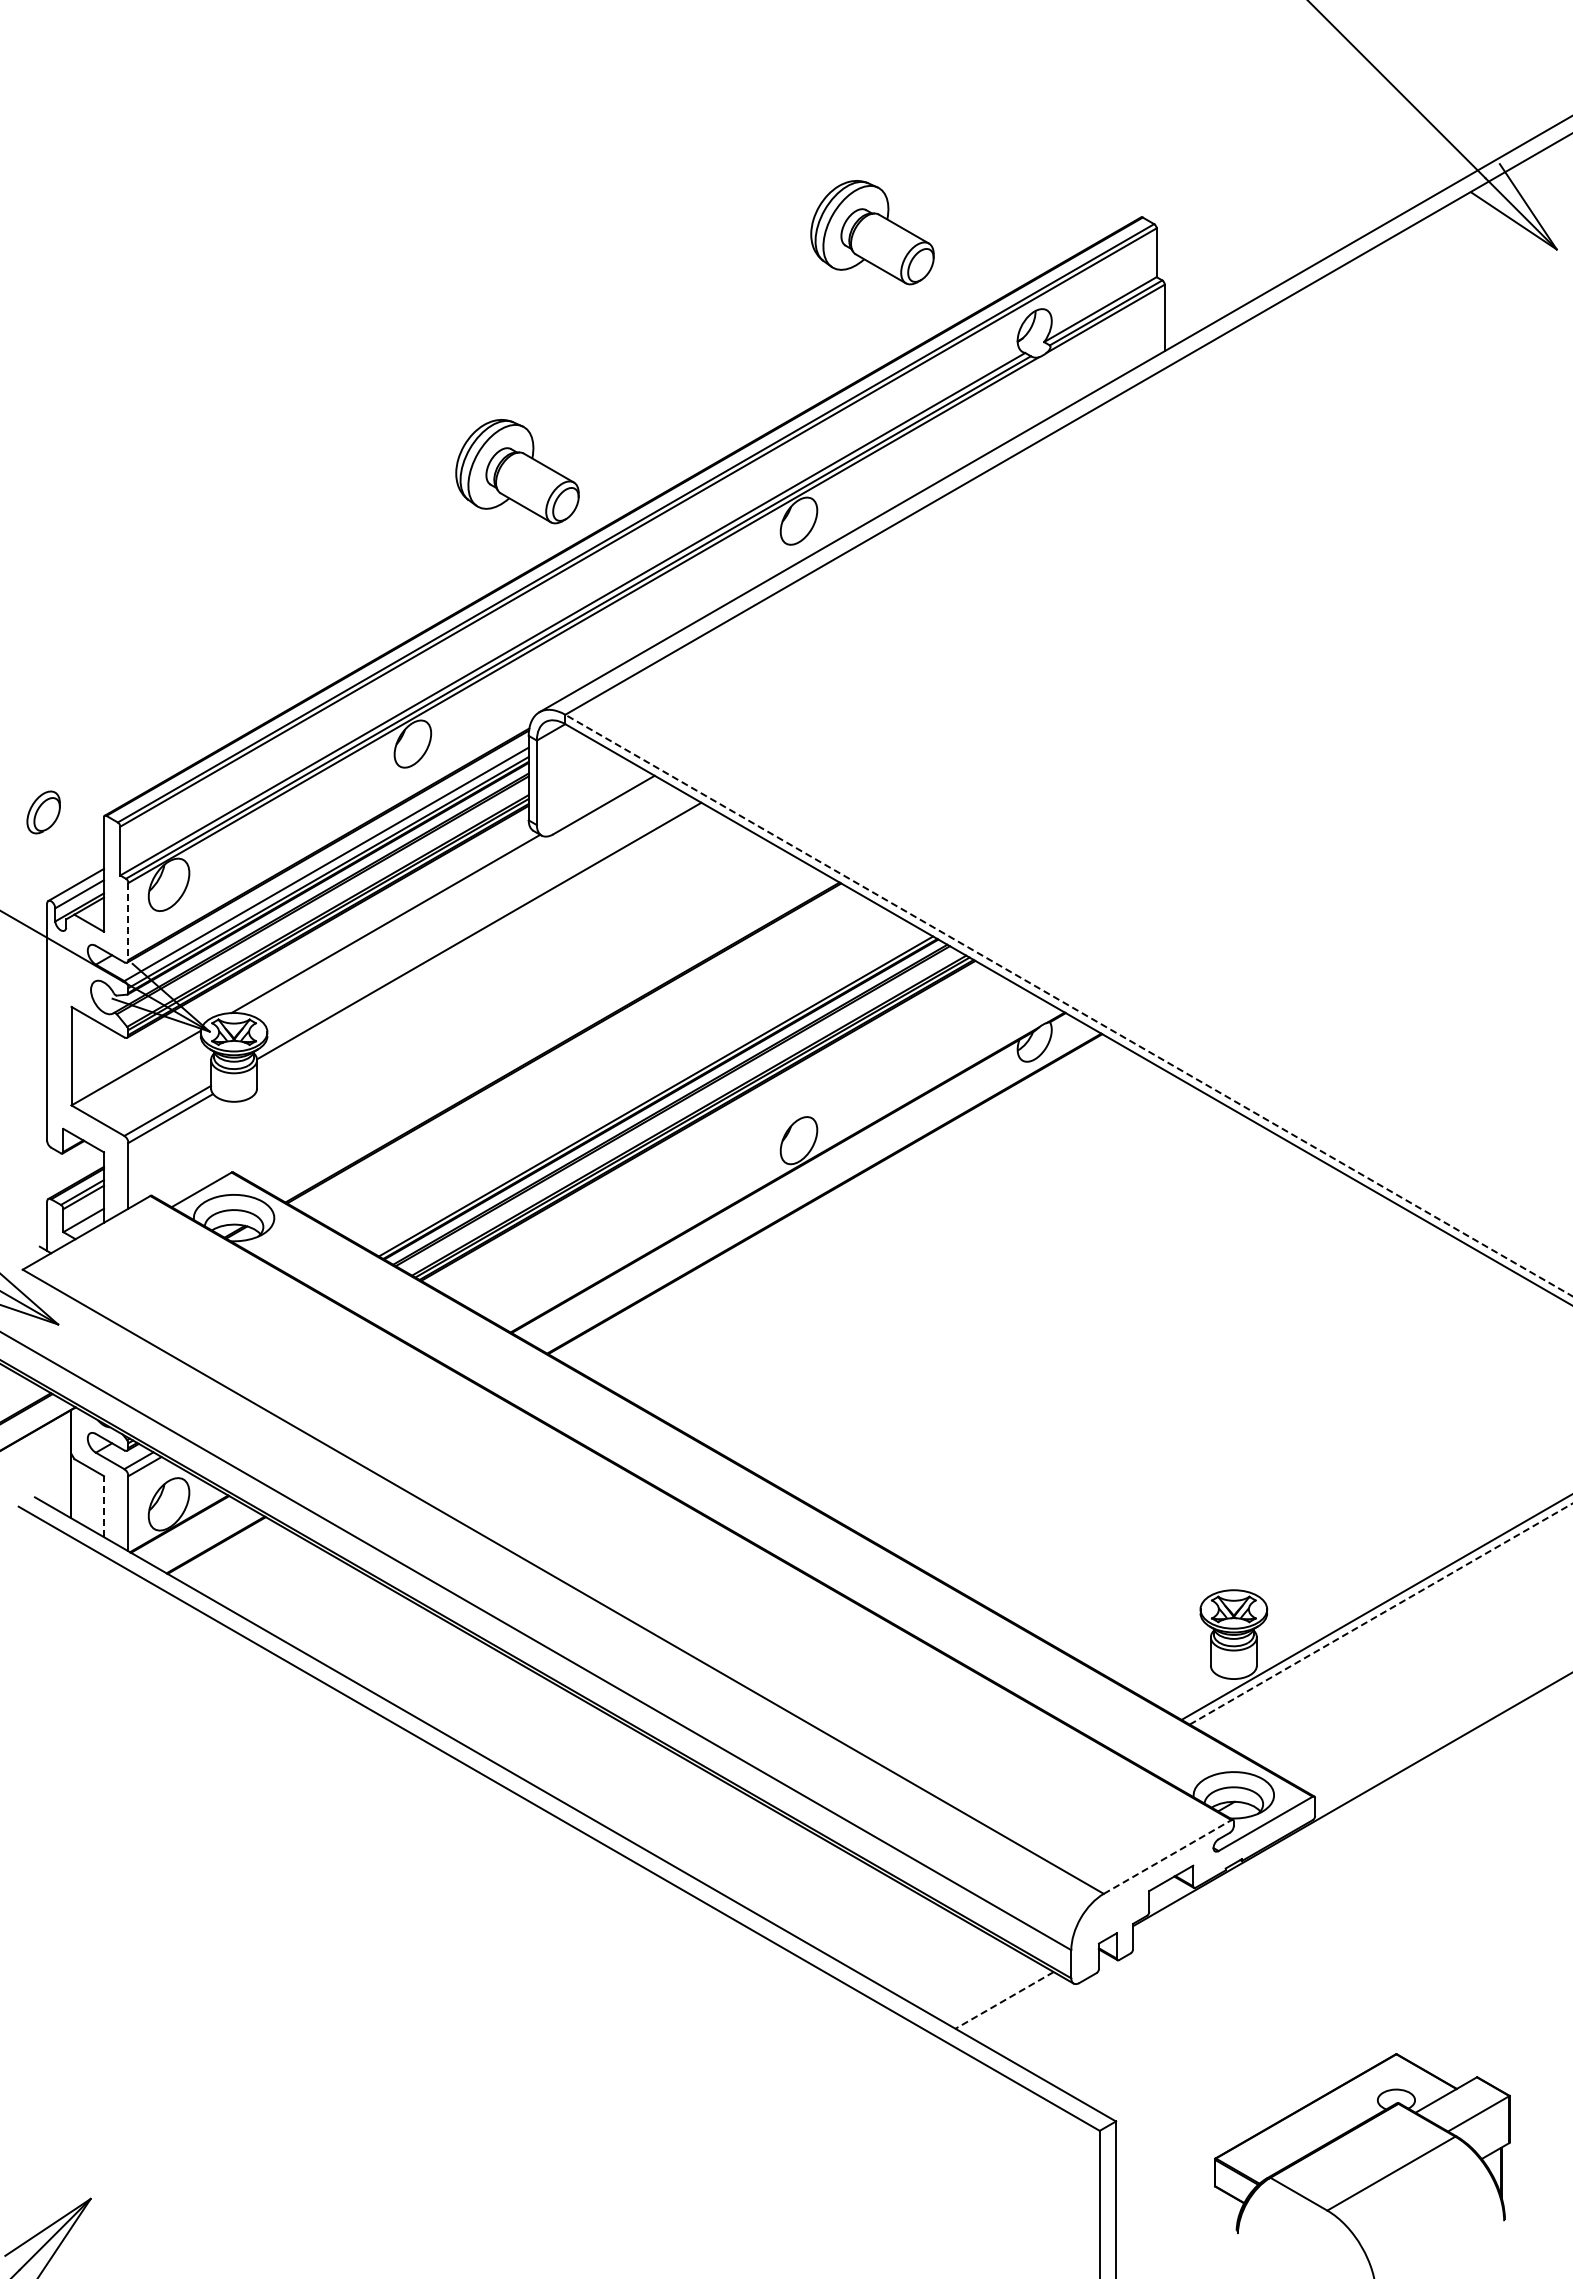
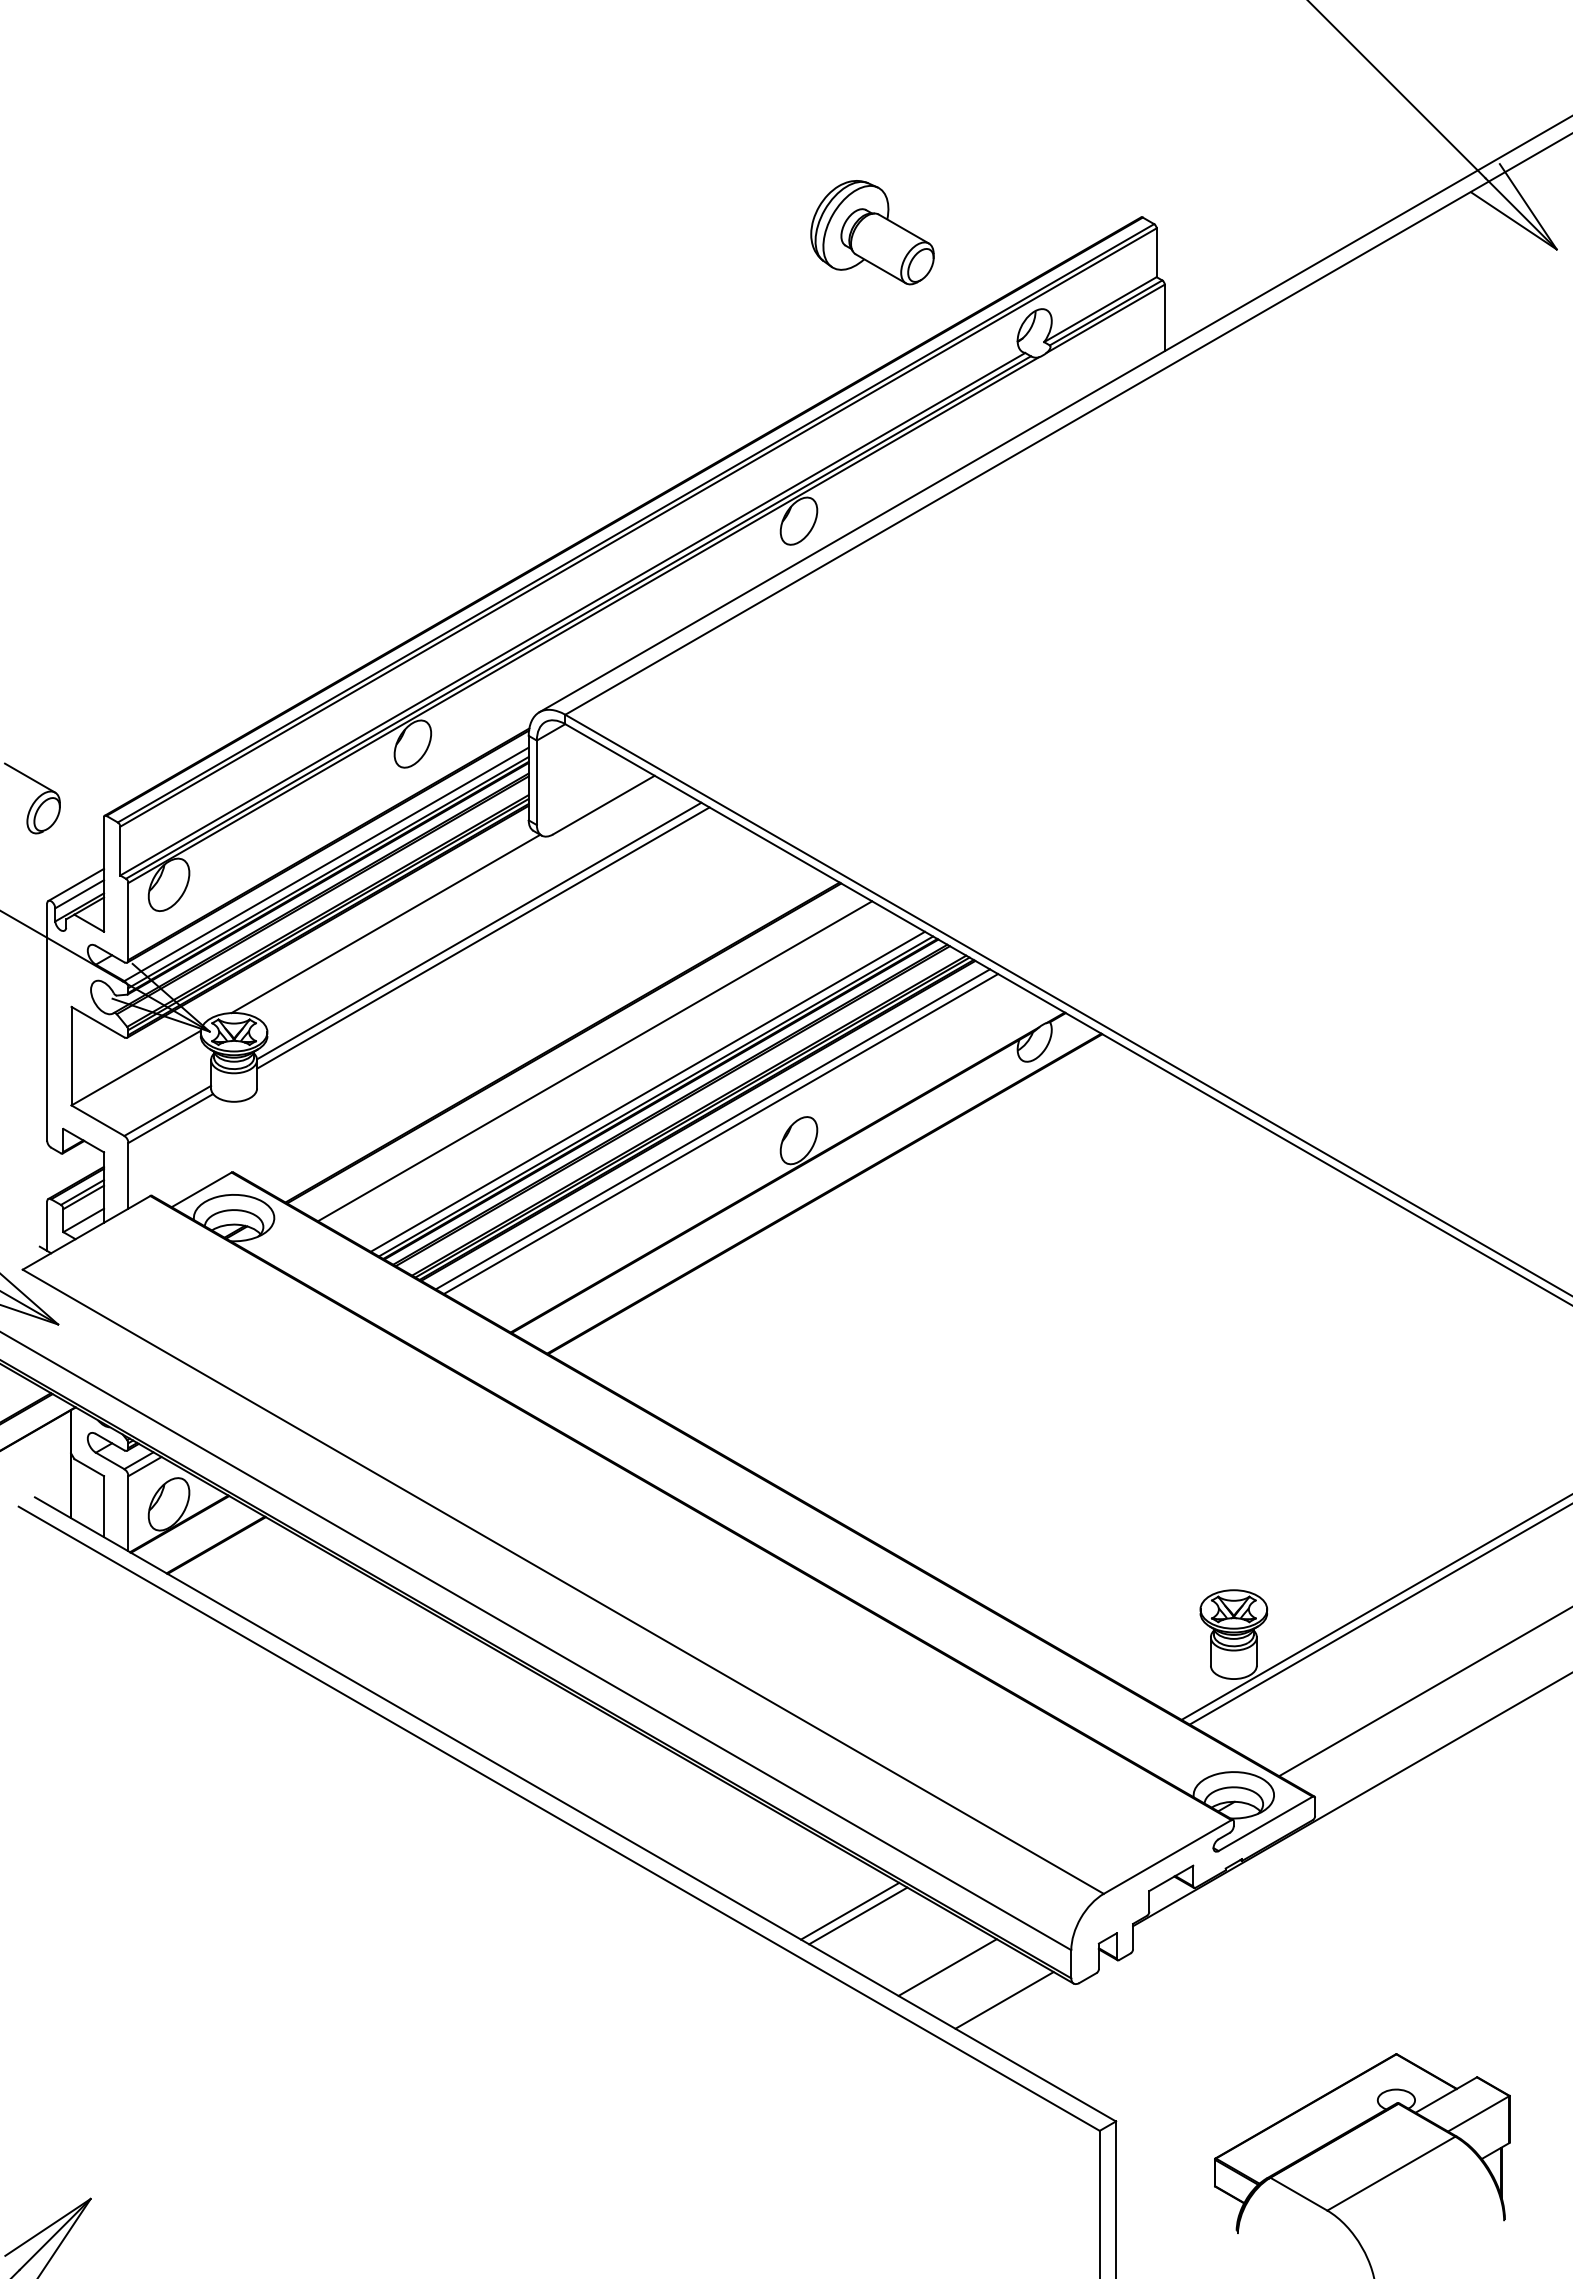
part at (517, 471): present -> none
line at (30, 777): none -> present
line at (128, 922): dashed -> solid
line at (483, 937): none -> present
line at (1069, 1005): dashed -> solid
line at (595, 1061): none -> present
line at (647, 1091): none -> present
line at (712, 1129): none -> present
line at (721, 1134): none -> present
line at (104, 1506): dashed -> solid
line at (1380, 1614): dashed -> solid
line at (1424, 1692): none -> present
line at (1167, 1857): dashed -> solid
line at (850, 1910): none -> present
line at (858, 1915): none -> present
line at (947, 1967): none -> present
line at (1004, 2000): dashed -> solid
